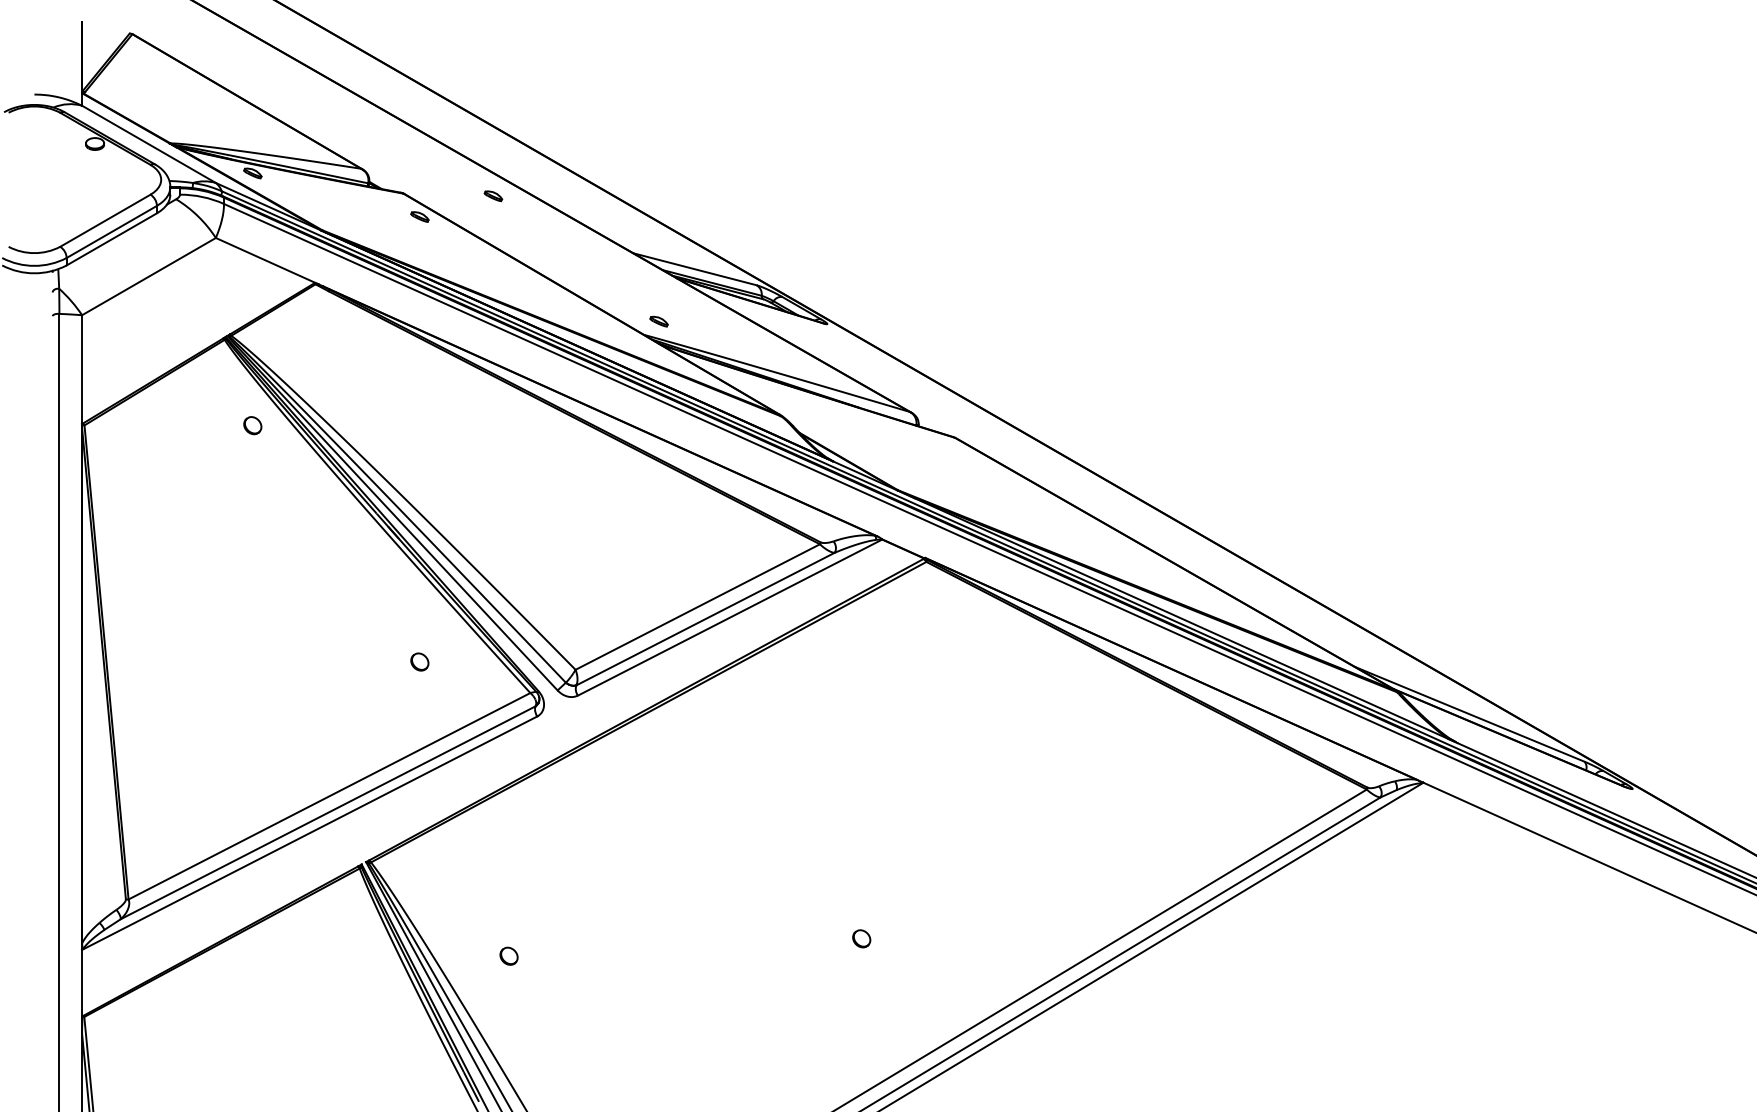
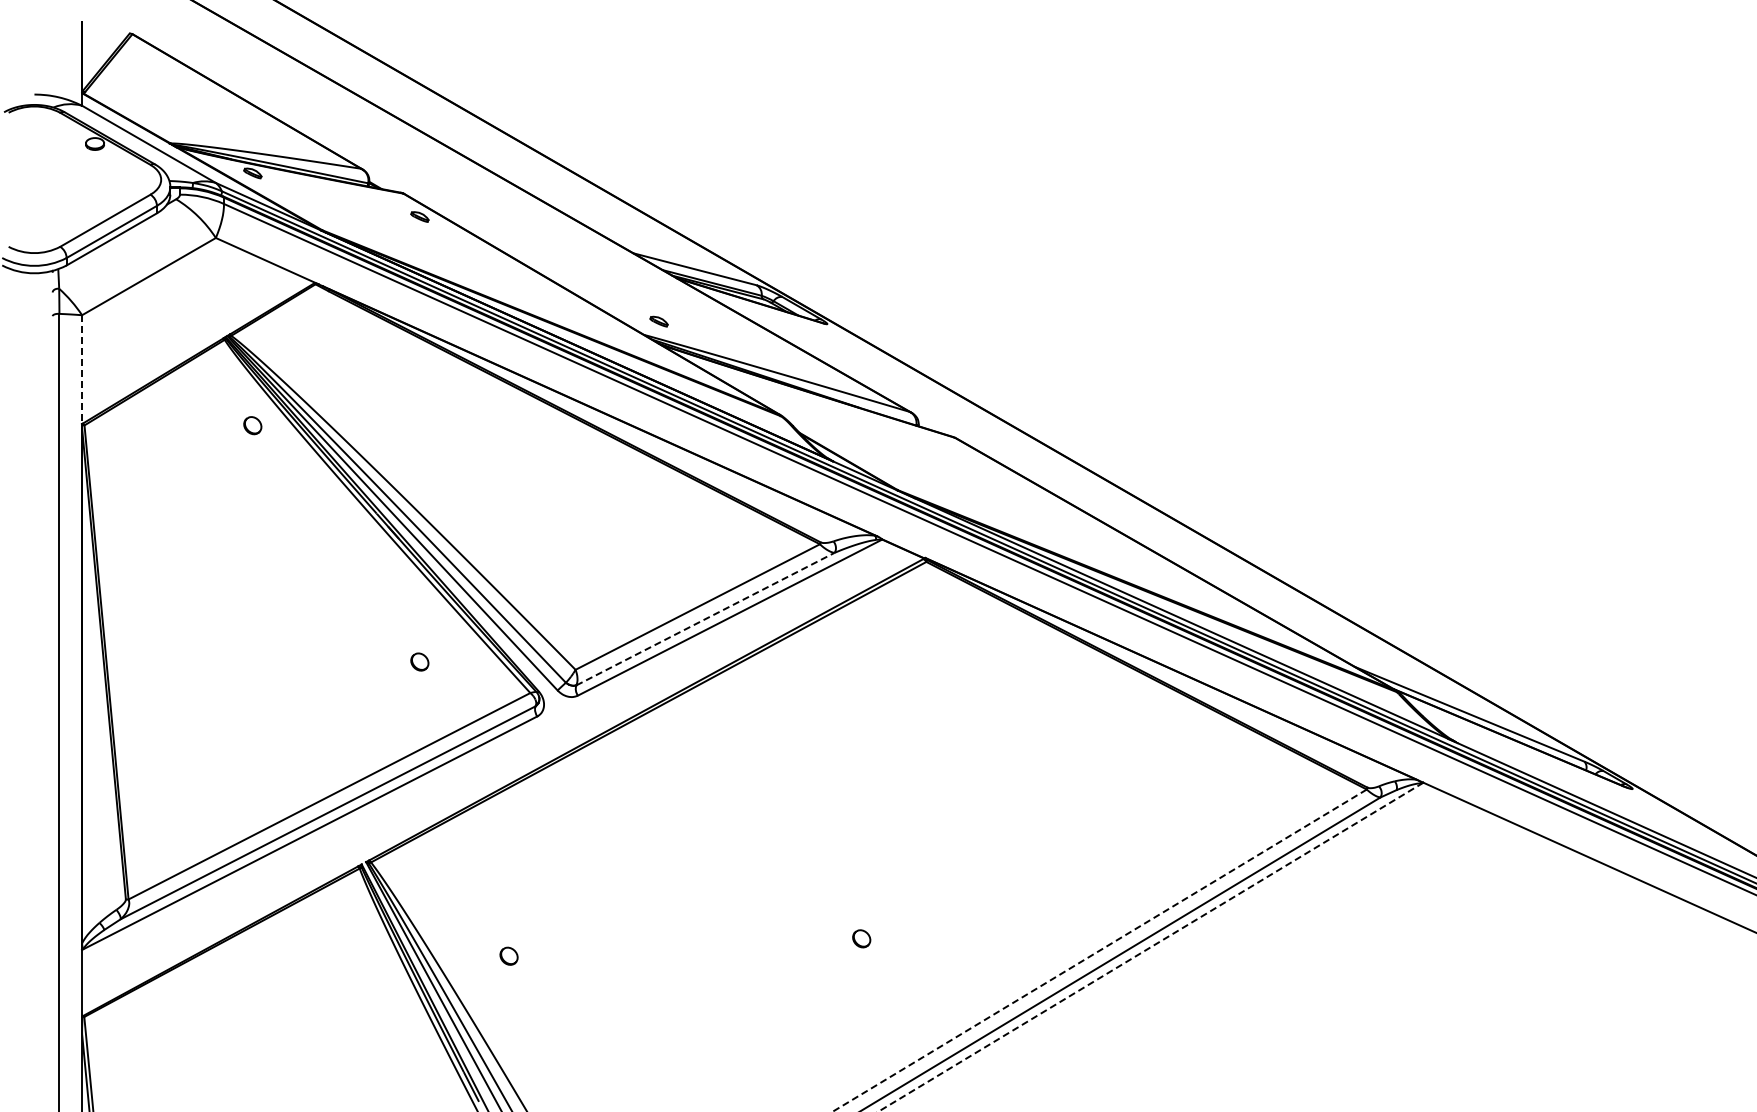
part at (493, 195): present -> none
line at (82, 370): solid -> dashed
line at (705, 618): solid -> dashed
line at (1150, 947): solid -> dashed
line at (1099, 950): solid -> dashed
